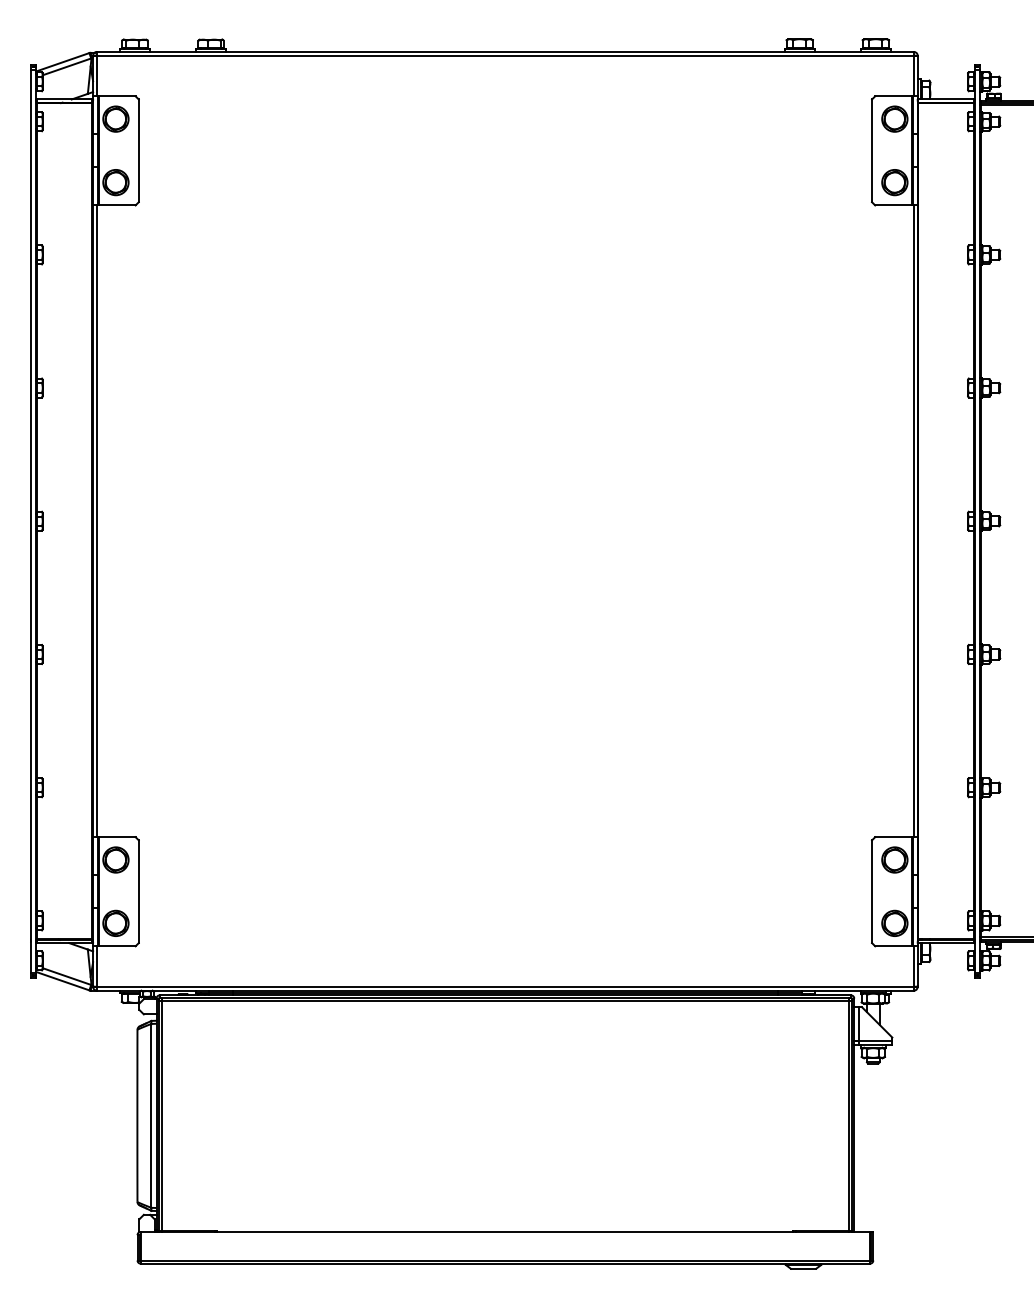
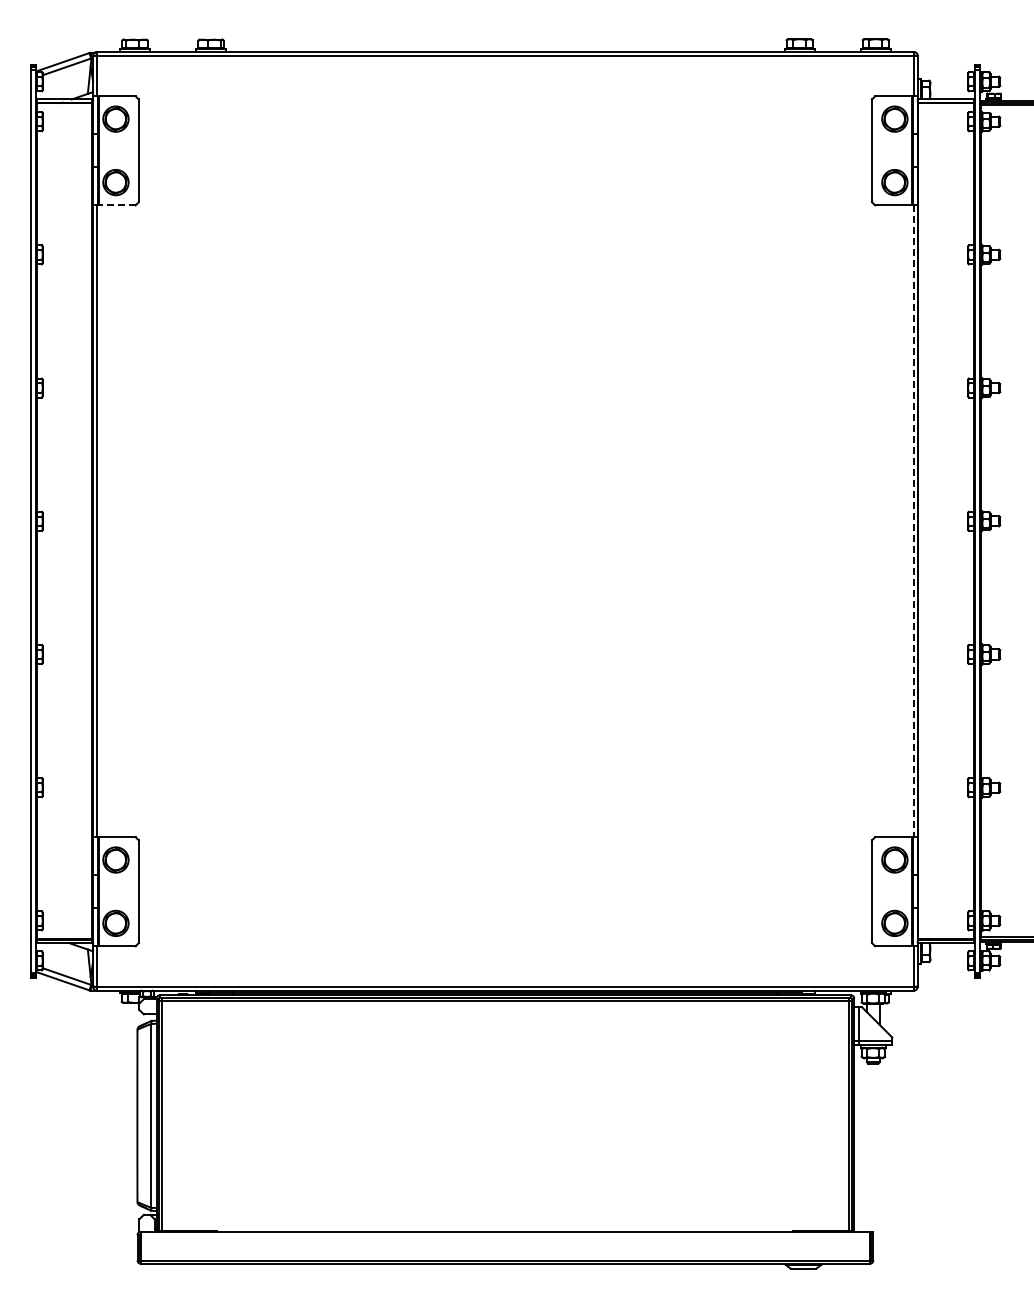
line at (116, 205): solid -> dashed
line at (913, 521): solid -> dashed
